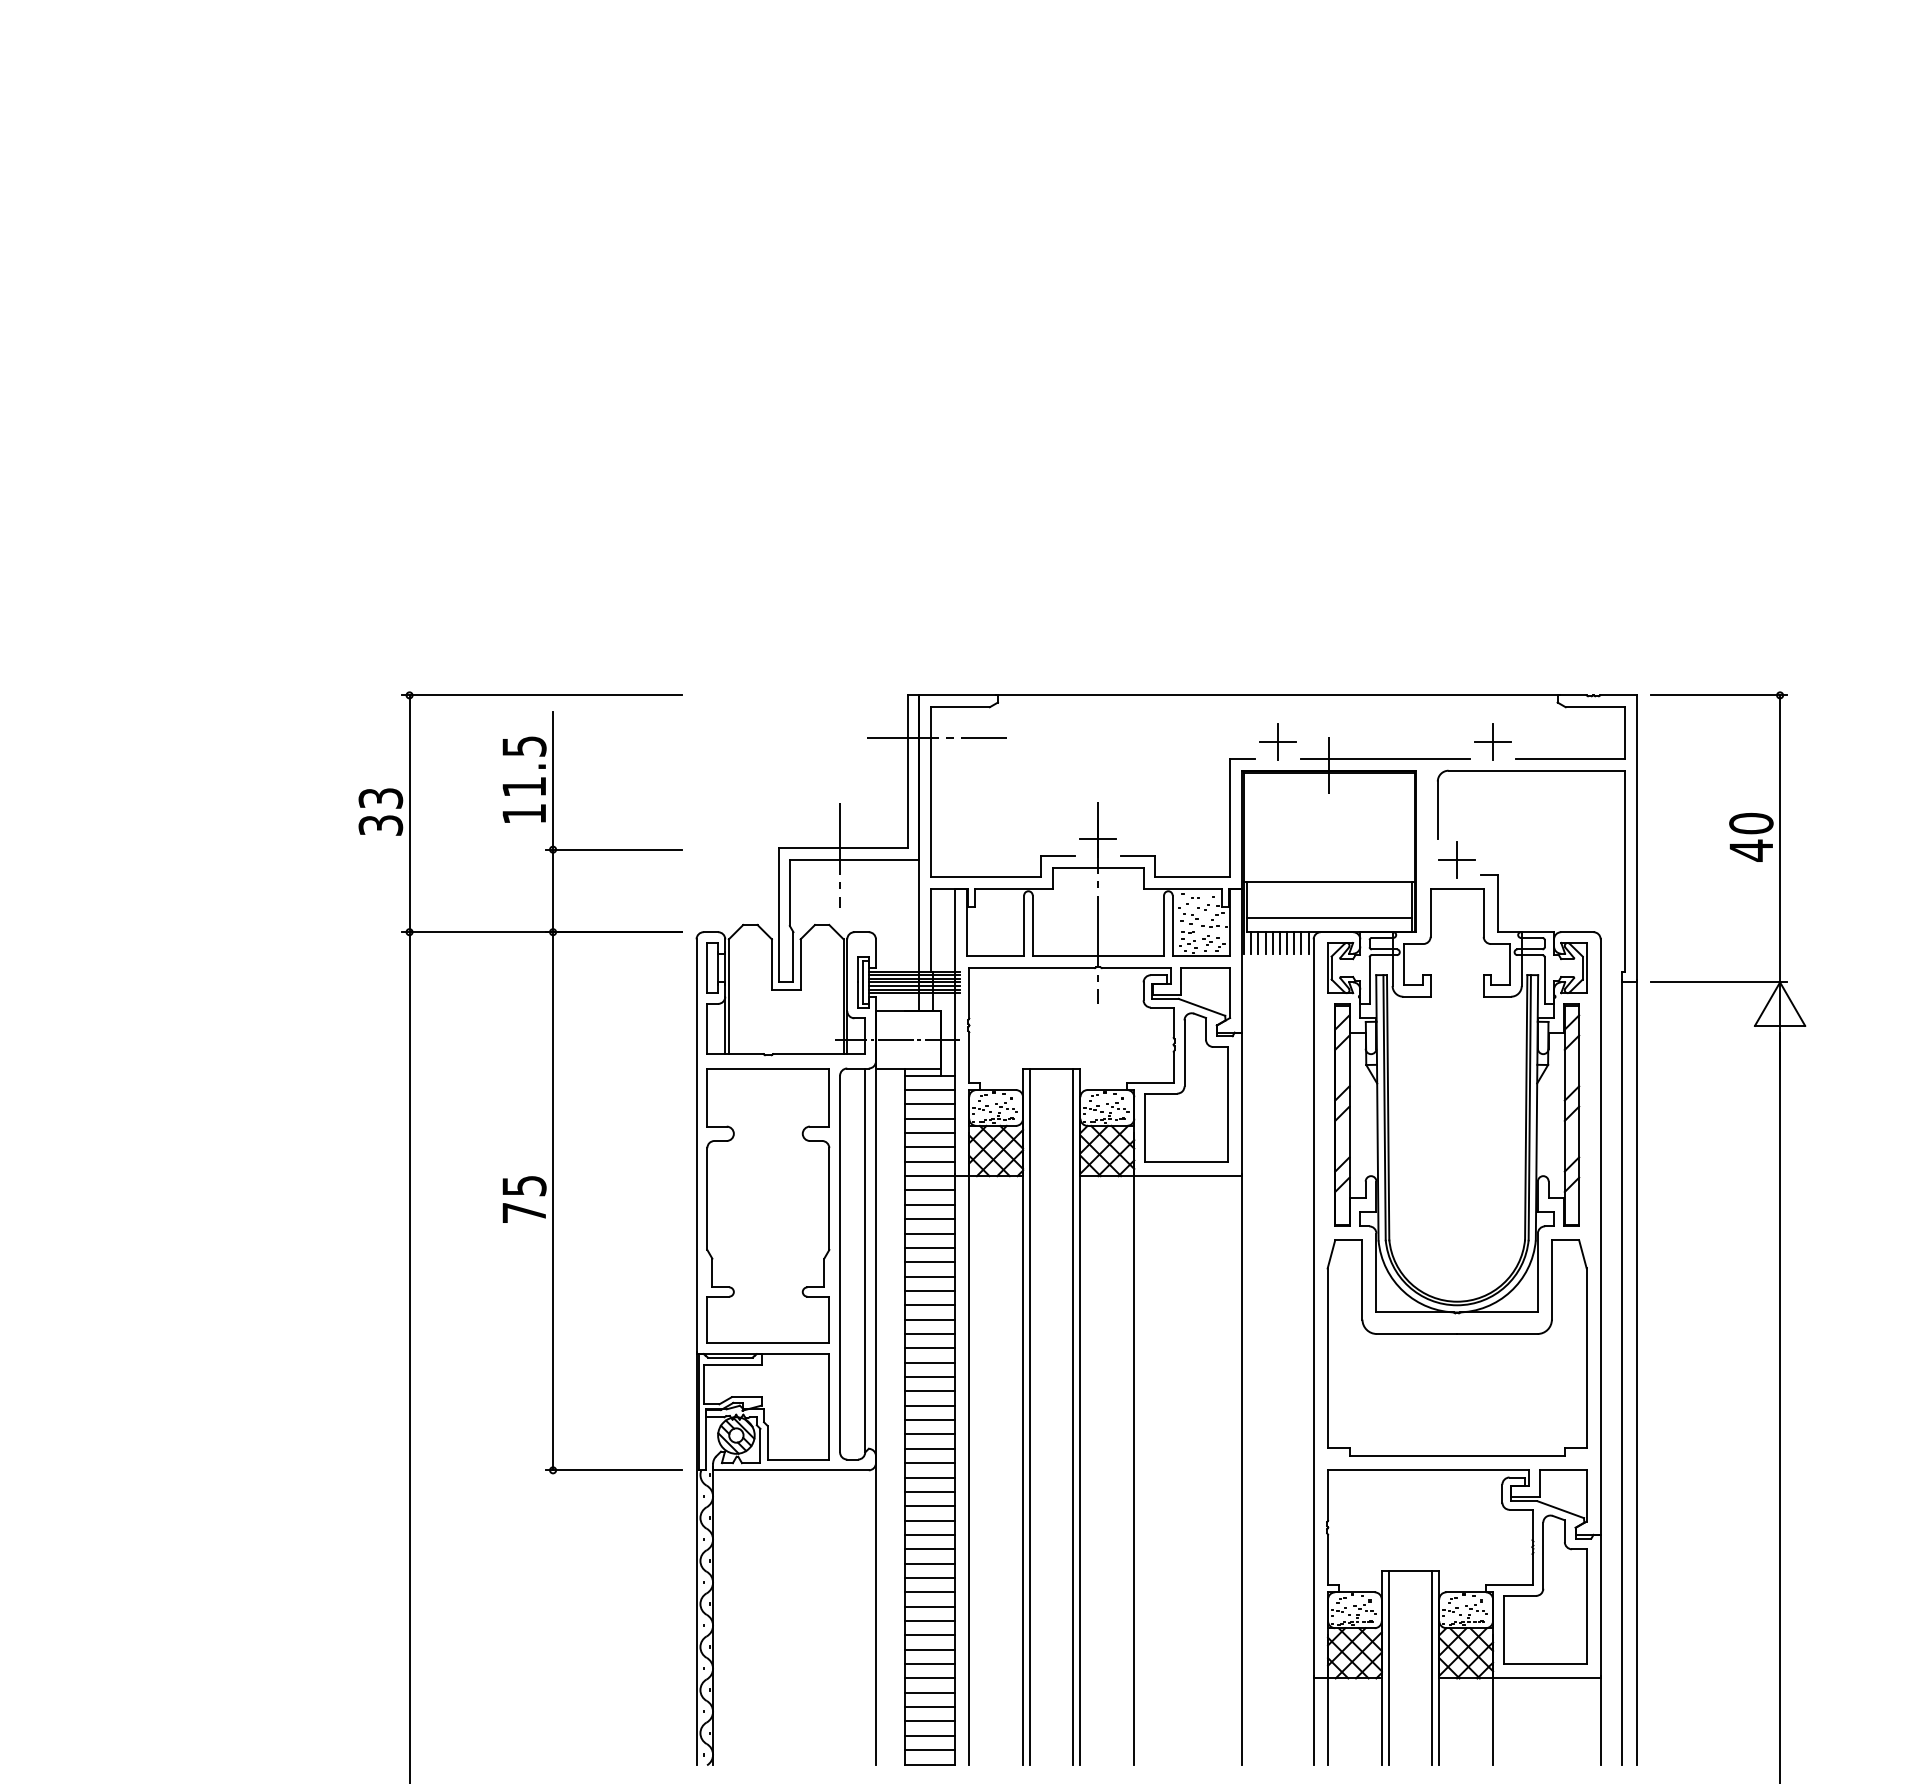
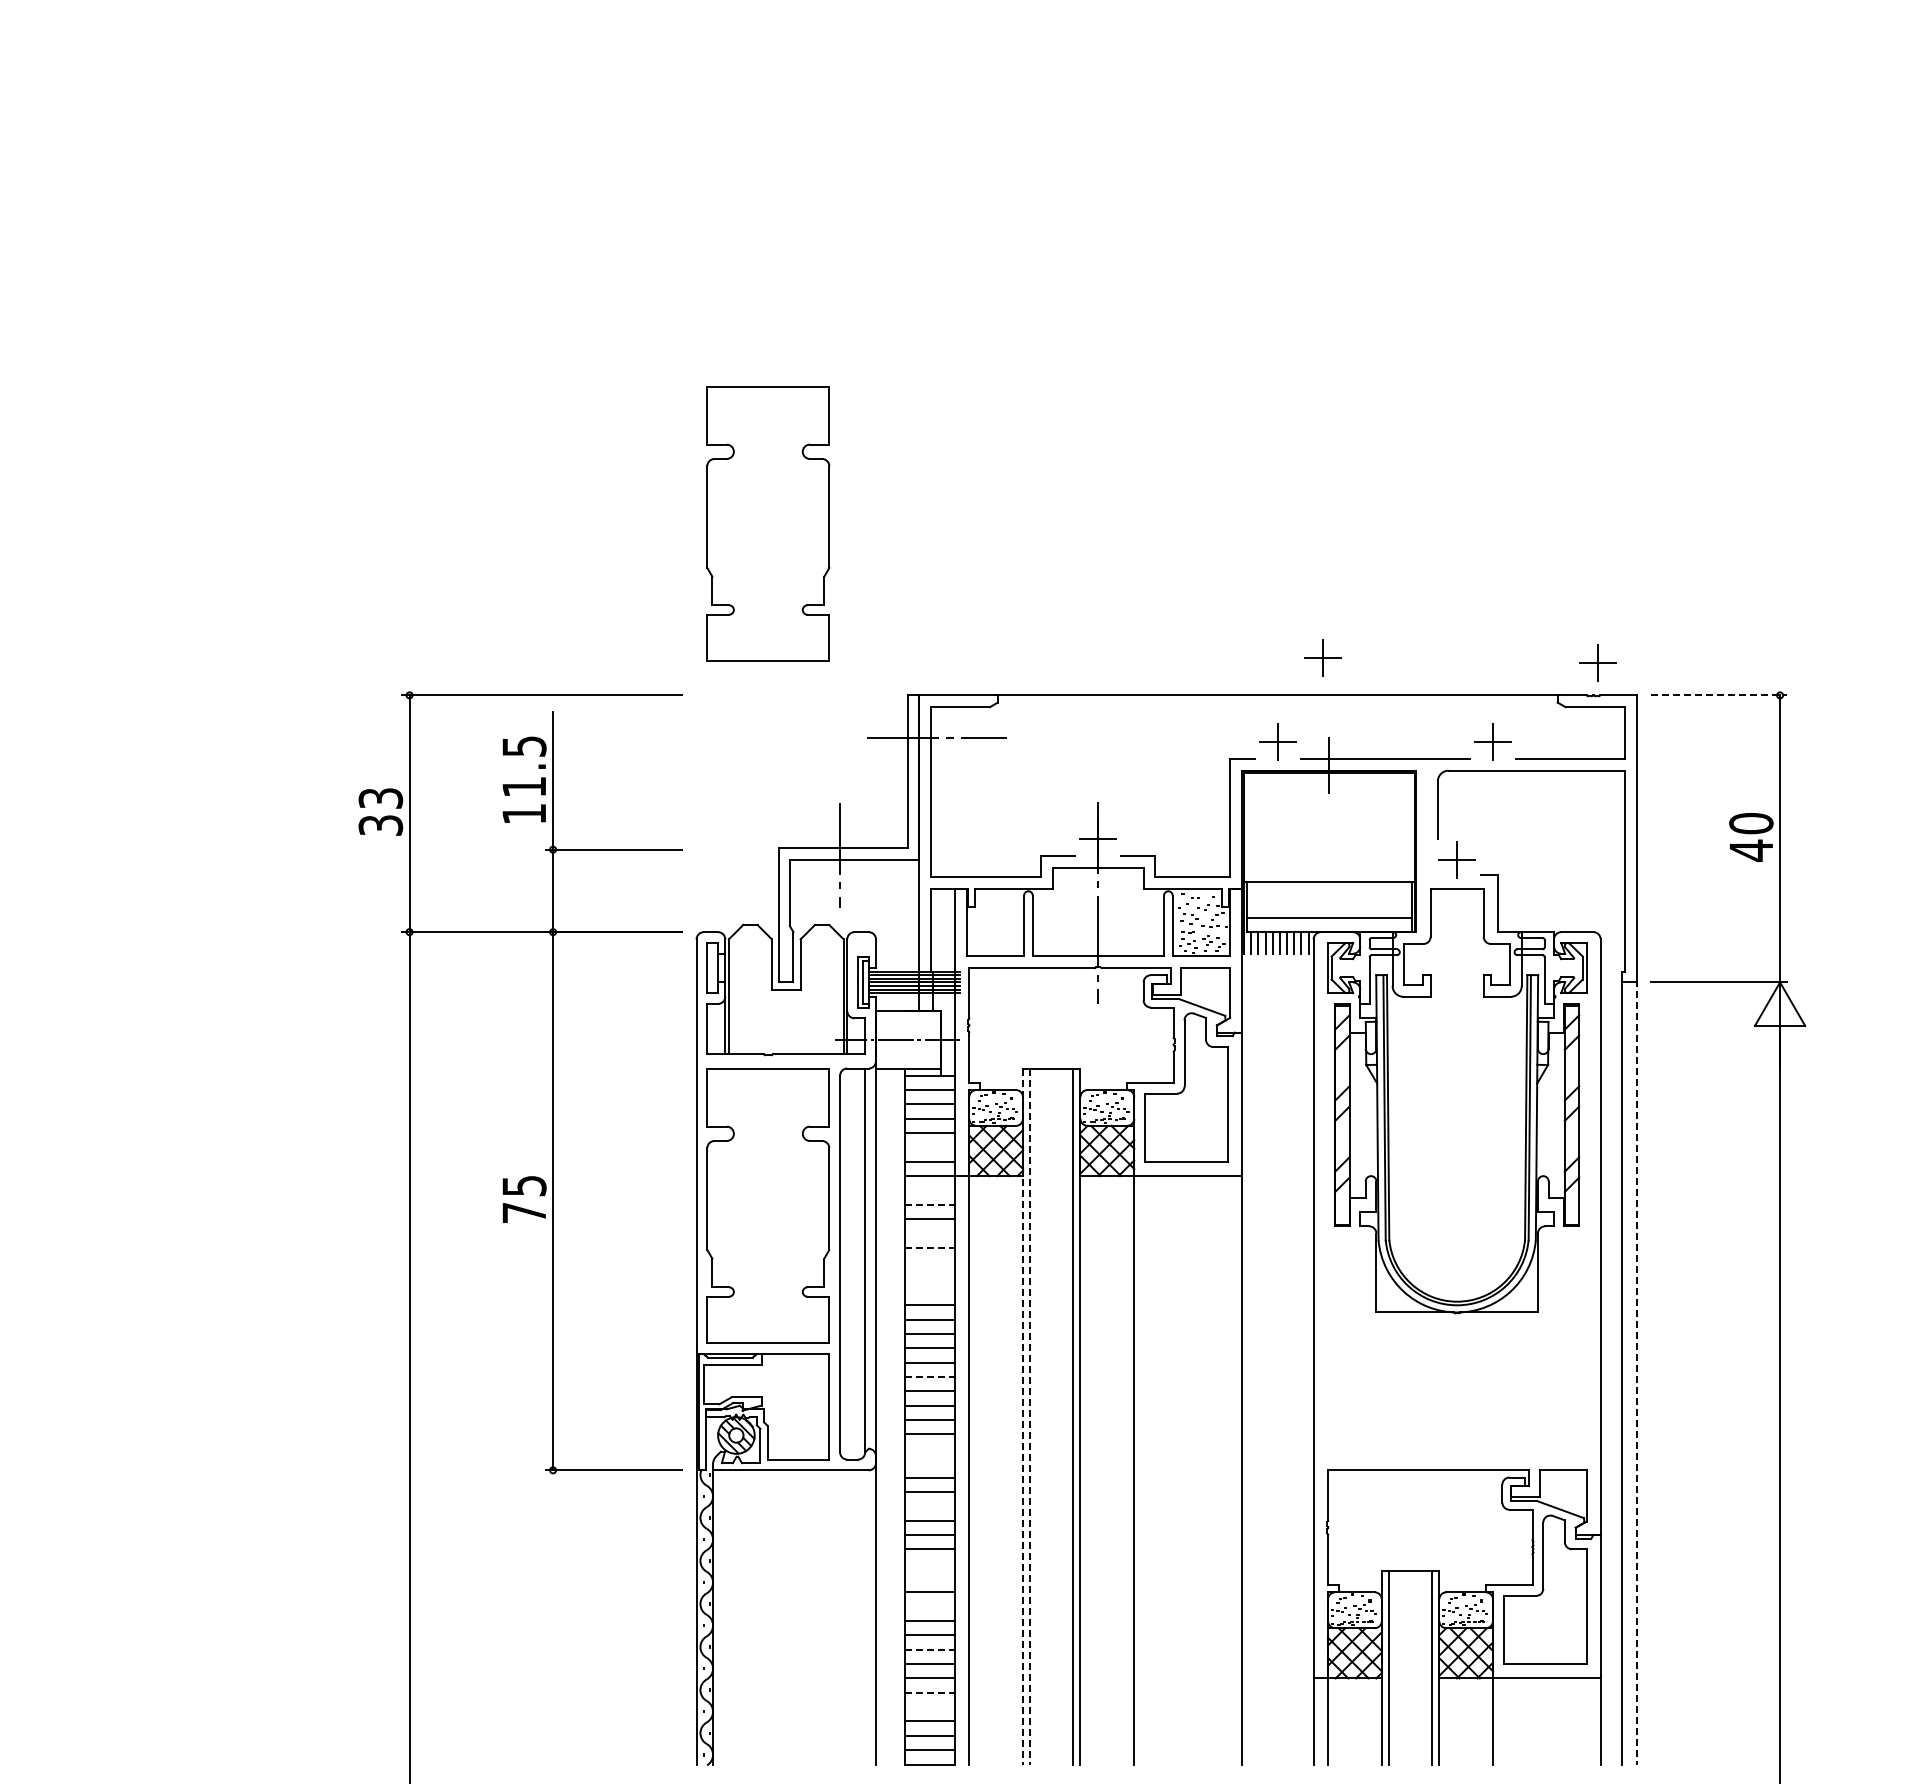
part at (768, 523): none -> present
part at (1322, 657): none -> present
part at (1597, 662): none -> present
line at (1719, 695): solid -> dashed
line at (929, 1147): present -> none
line at (929, 1190): present -> none
line at (930, 1204): solid -> dashed
line at (929, 1233): present -> none
line at (930, 1247): solid -> dashed
line at (929, 1262): present -> none
line at (929, 1276): present -> none
line at (929, 1290): present -> none
part at (1456, 1347): present -> none
line at (1636, 1372): solid -> dashed
line at (930, 1377): solid -> dashed
line at (1023, 1417): solid -> dashed
line at (1030, 1417): solid -> dashed
line at (929, 1448): present -> none
line at (929, 1463): present -> none
line at (929, 1506): present -> none
line at (929, 1563): present -> none
line at (929, 1577): present -> none
line at (929, 1606): present -> none
line at (930, 1649): solid -> dashed
line at (930, 1692): solid -> dashed
line at (929, 1707): present -> none
